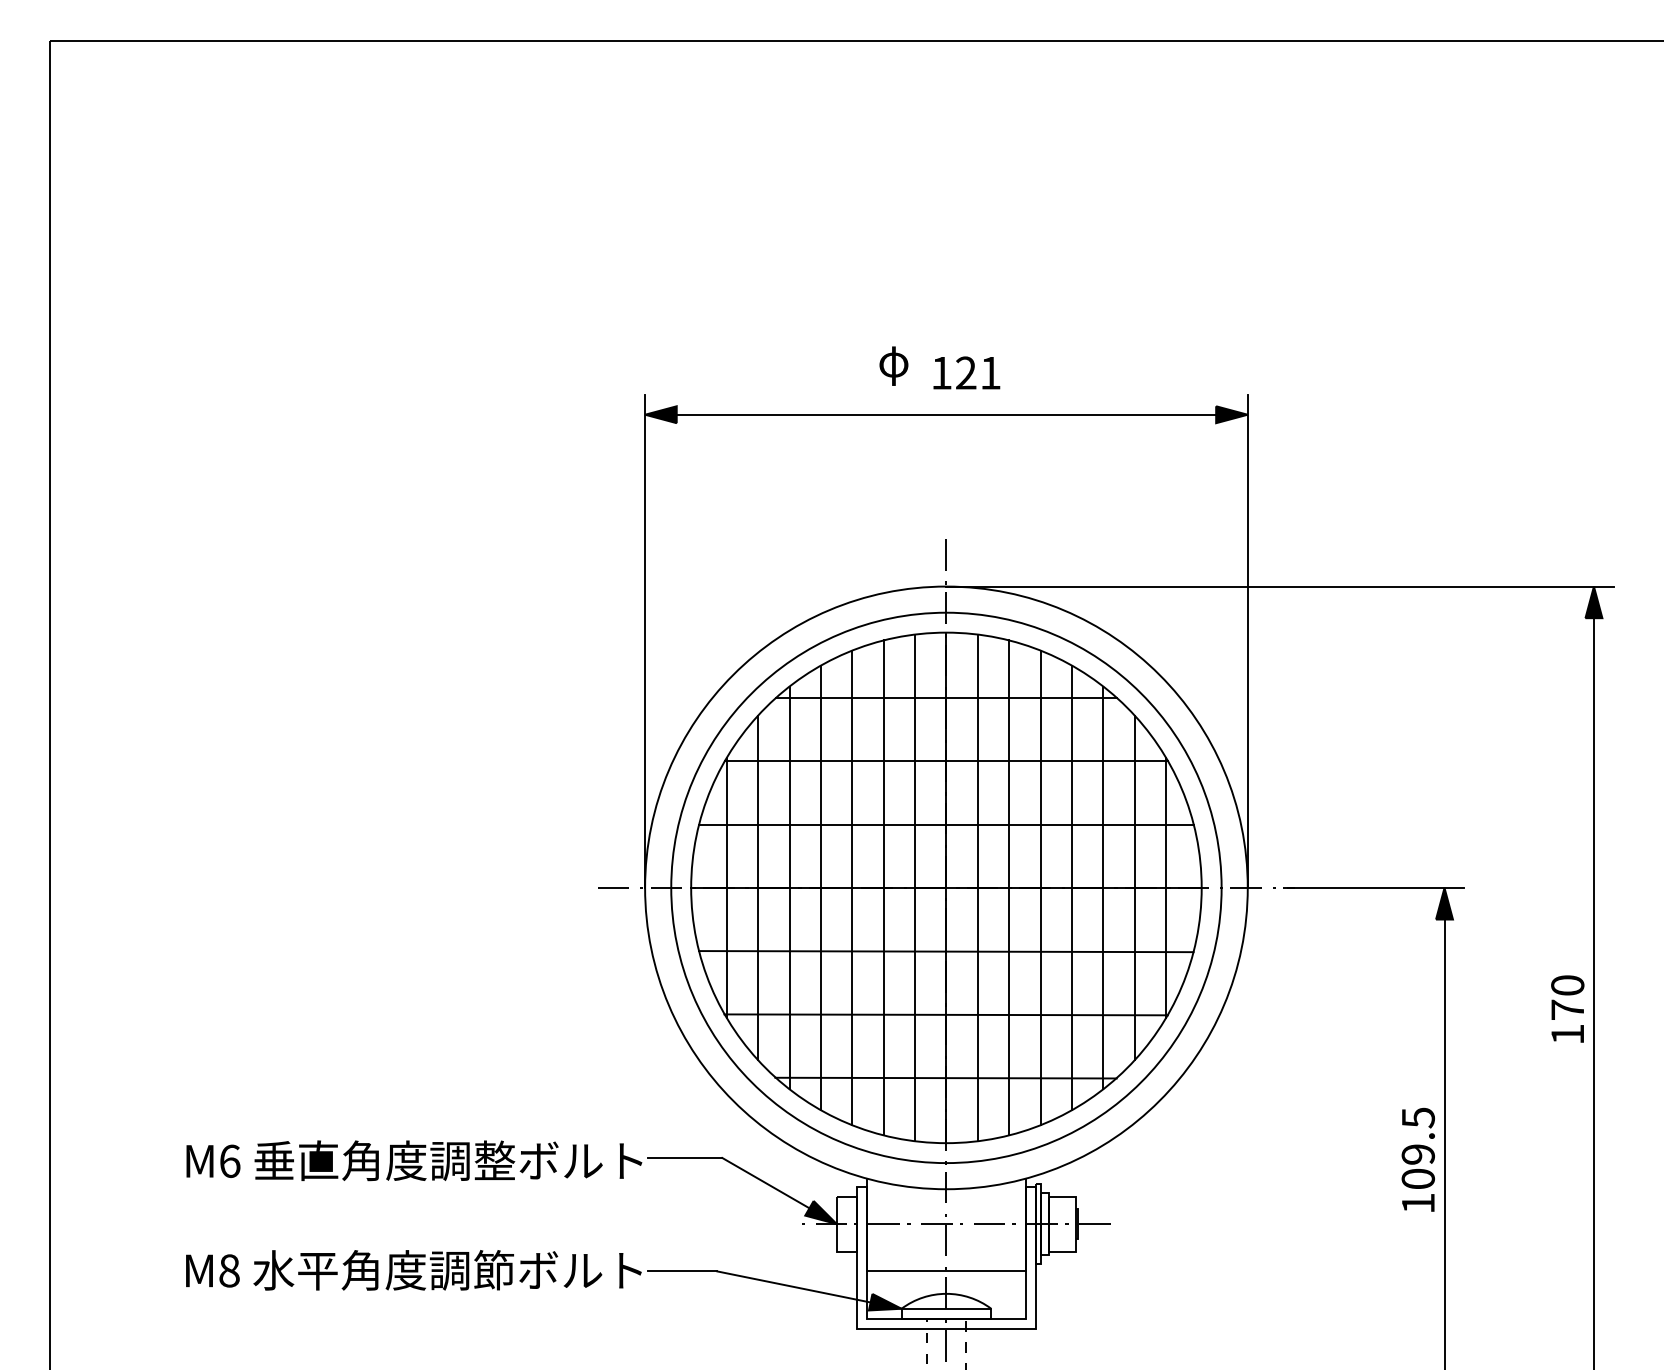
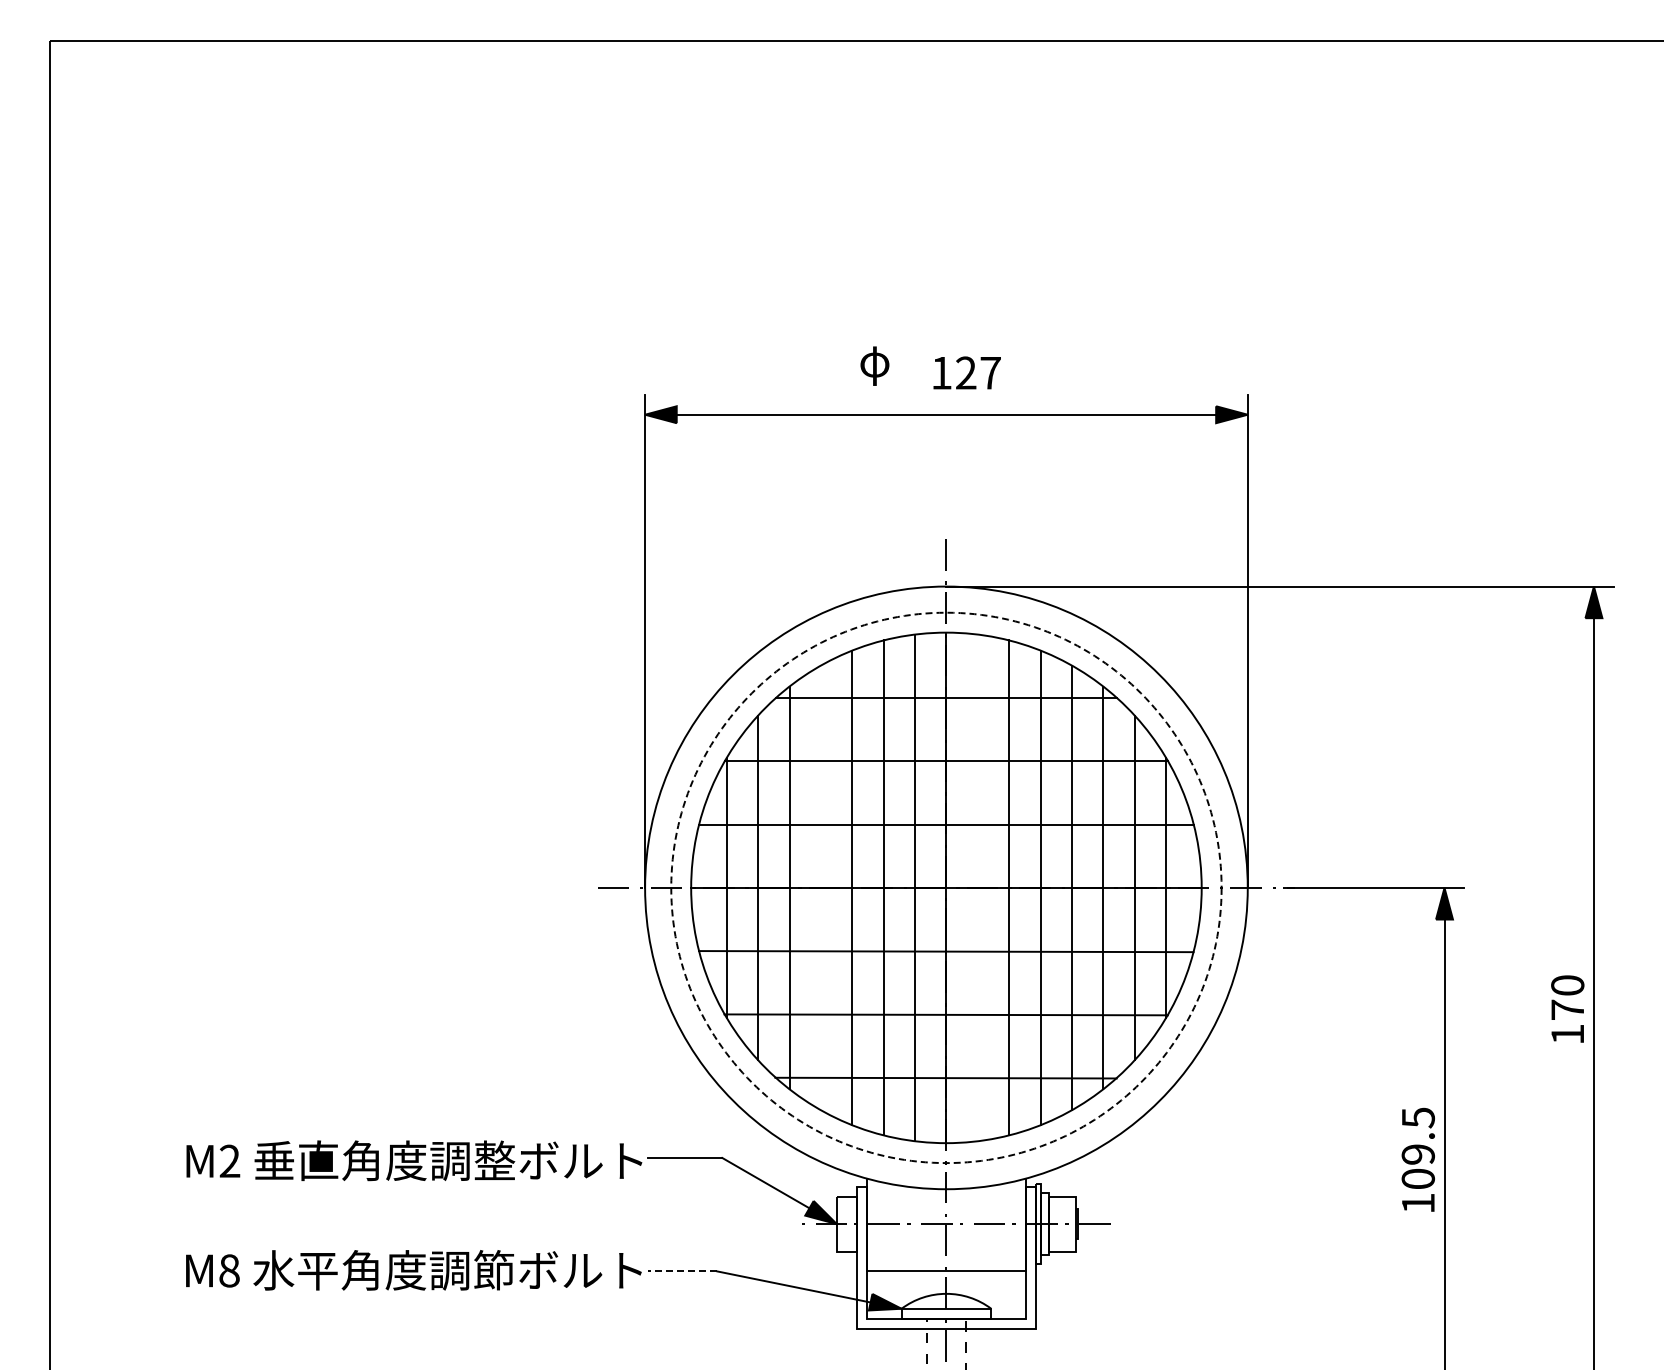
text at (893, 365) position: (893, 365) -> (874, 365)
text at (990, 373): 121 -> 127
line at (820, 887): present -> none
circle at (946, 887): solid -> dashed
line at (977, 887): present -> none
text at (229, 1161): M6 -> M2
line at (682, 1271): solid -> dashed
